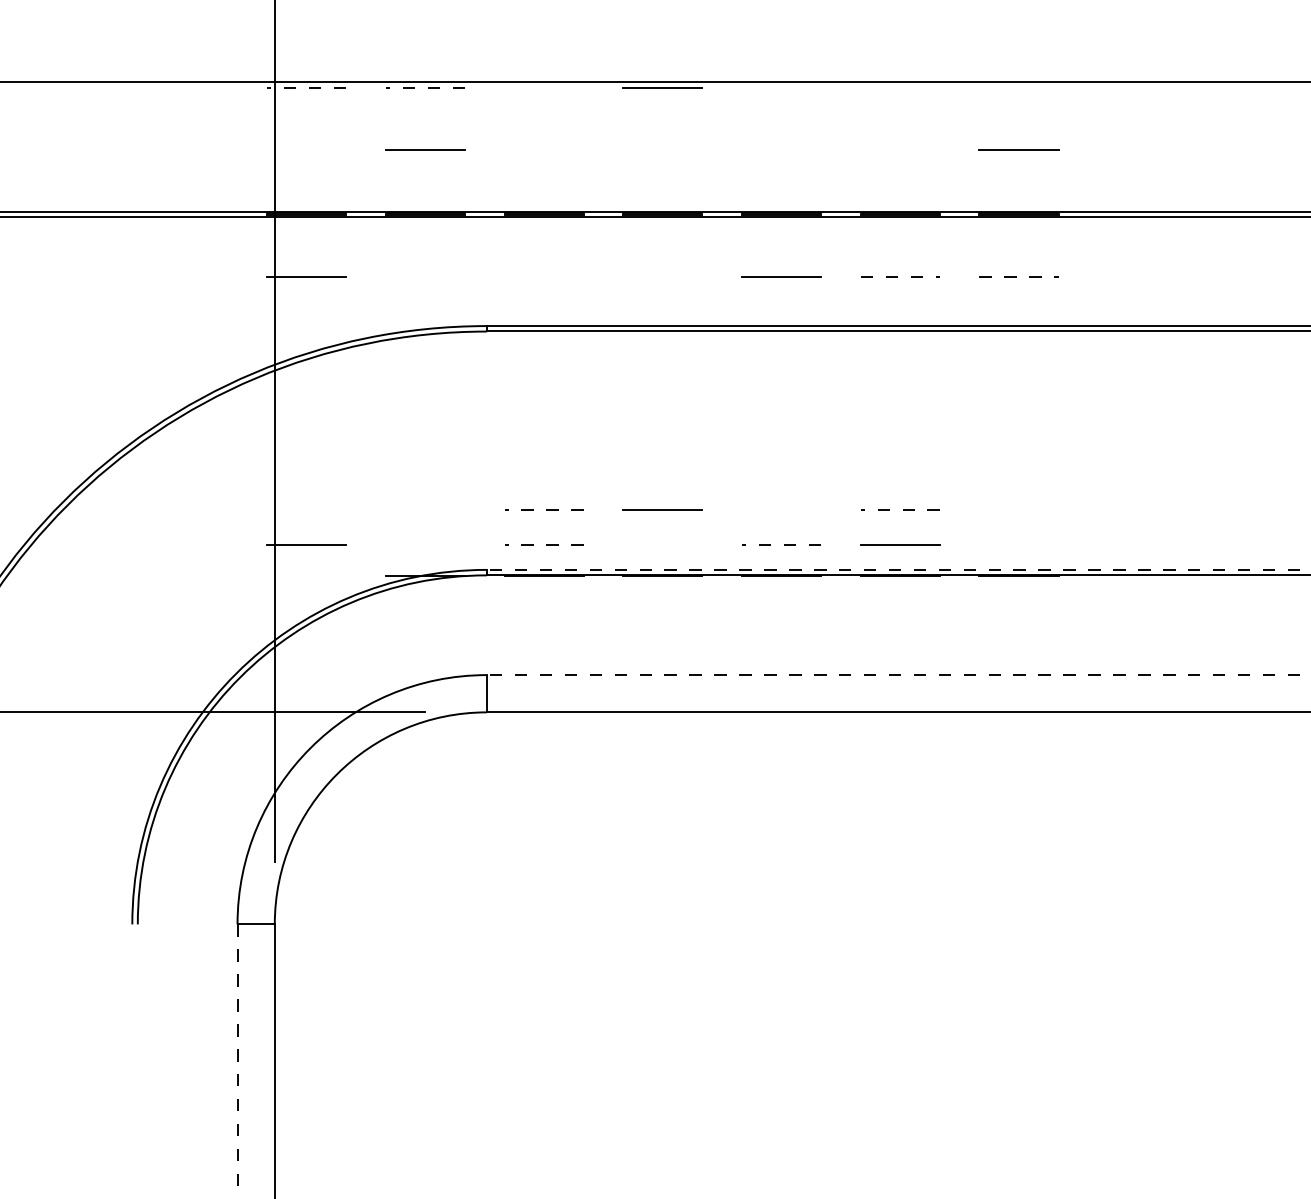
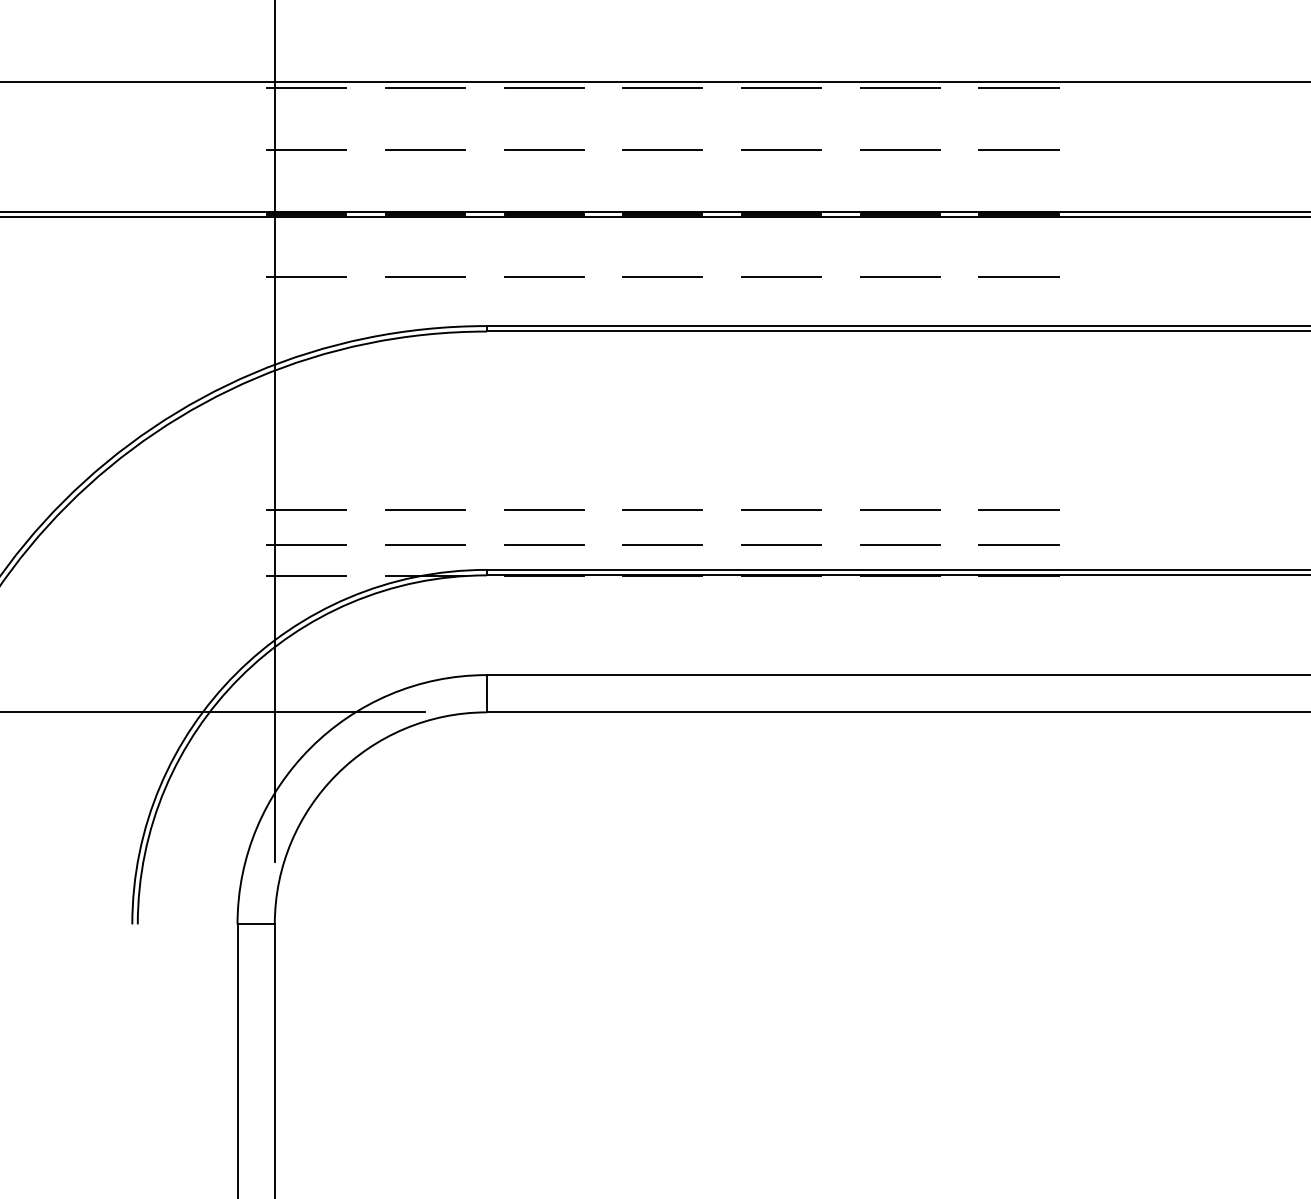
line at (306, 87): dashed -> solid
line at (425, 87): dashed -> solid
line at (543, 87): none -> present
line at (781, 87): none -> present
line at (899, 87): none -> present
line at (1018, 87): none -> present
line at (662, 149): none -> present
line at (781, 149): none -> present
line at (306, 150): none -> present
line at (543, 150): none -> present
line at (899, 150): none -> present
line at (662, 276): none -> present
line at (425, 277): none -> present
line at (543, 277): none -> present
line at (900, 277): dashed -> solid
line at (1019, 277): dashed -> solid
line at (306, 509): none -> present
line at (425, 509): none -> present
line at (544, 509): dashed -> solid
line at (781, 509): none -> present
line at (900, 509): dashed -> solid
line at (1018, 509): none -> present
line at (425, 544): none -> present
line at (544, 544): dashed -> solid
line at (662, 544): none -> present
line at (781, 544): dashed -> solid
line at (1018, 544): none -> present
line at (898, 569): dashed -> solid
line at (306, 575): none -> present
line at (898, 675): dashed -> solid
line at (237, 1061): dashed -> solid
